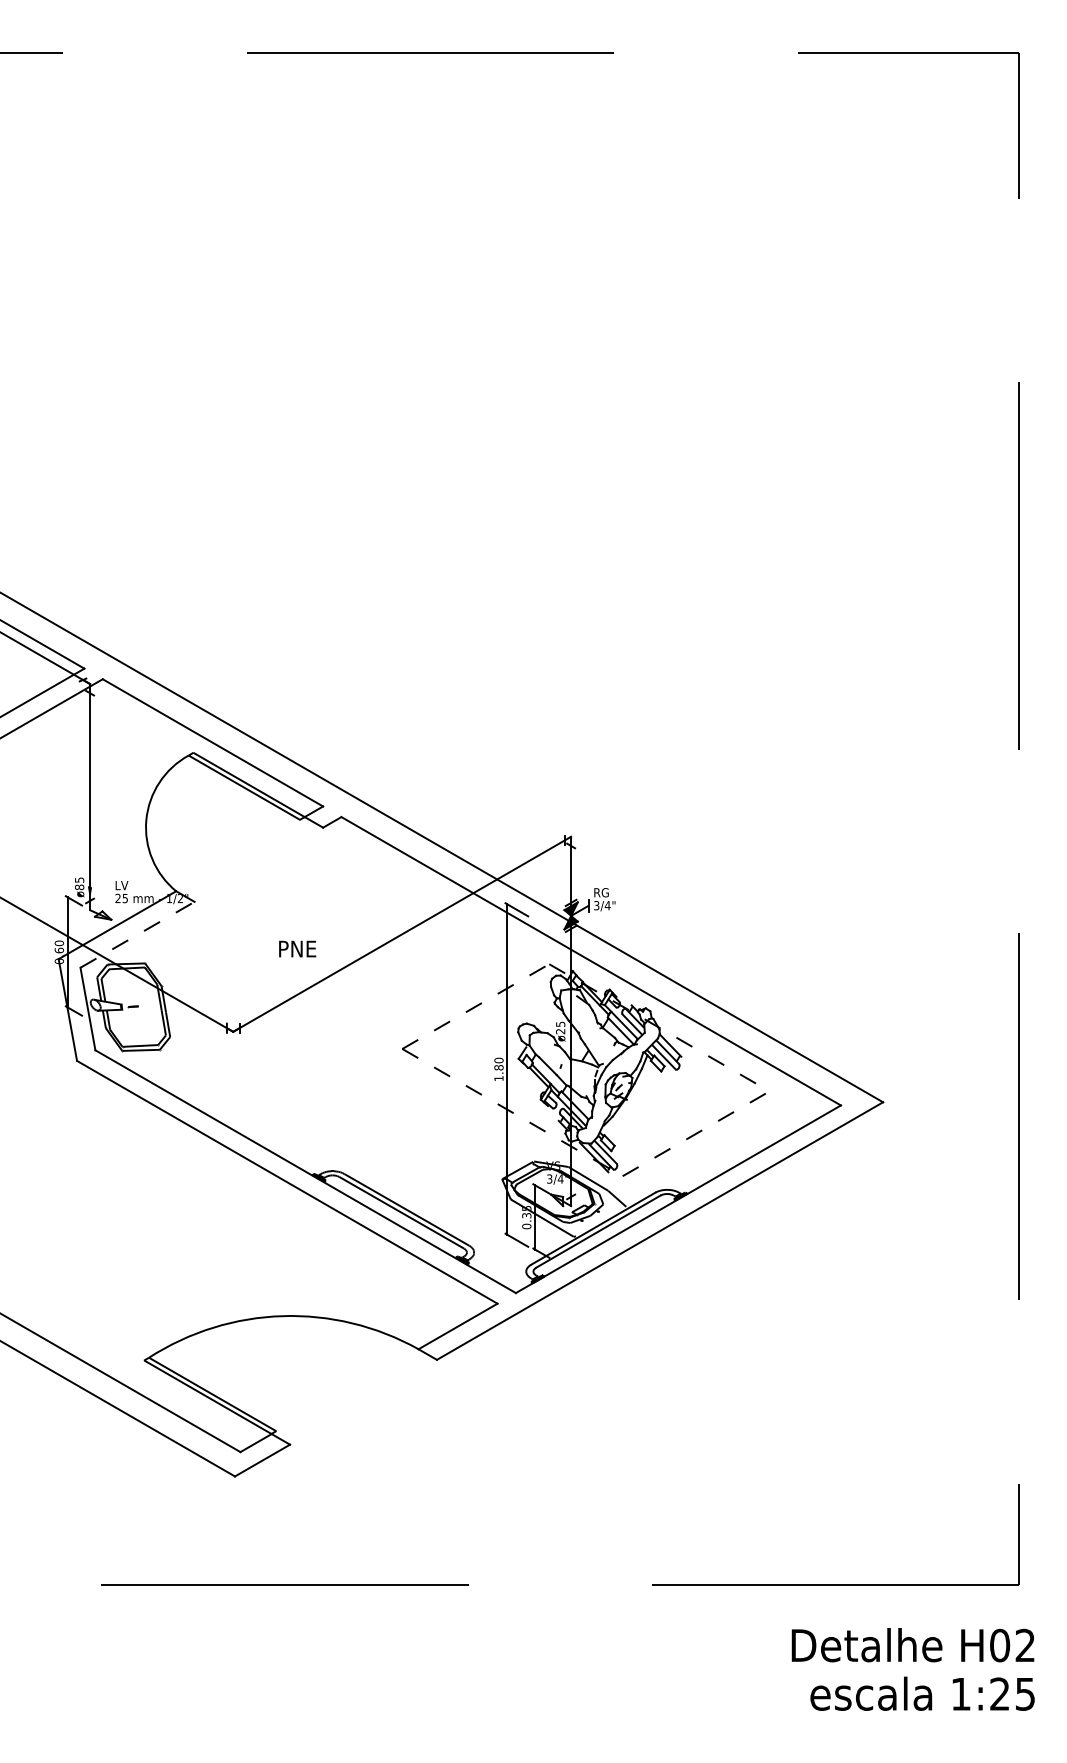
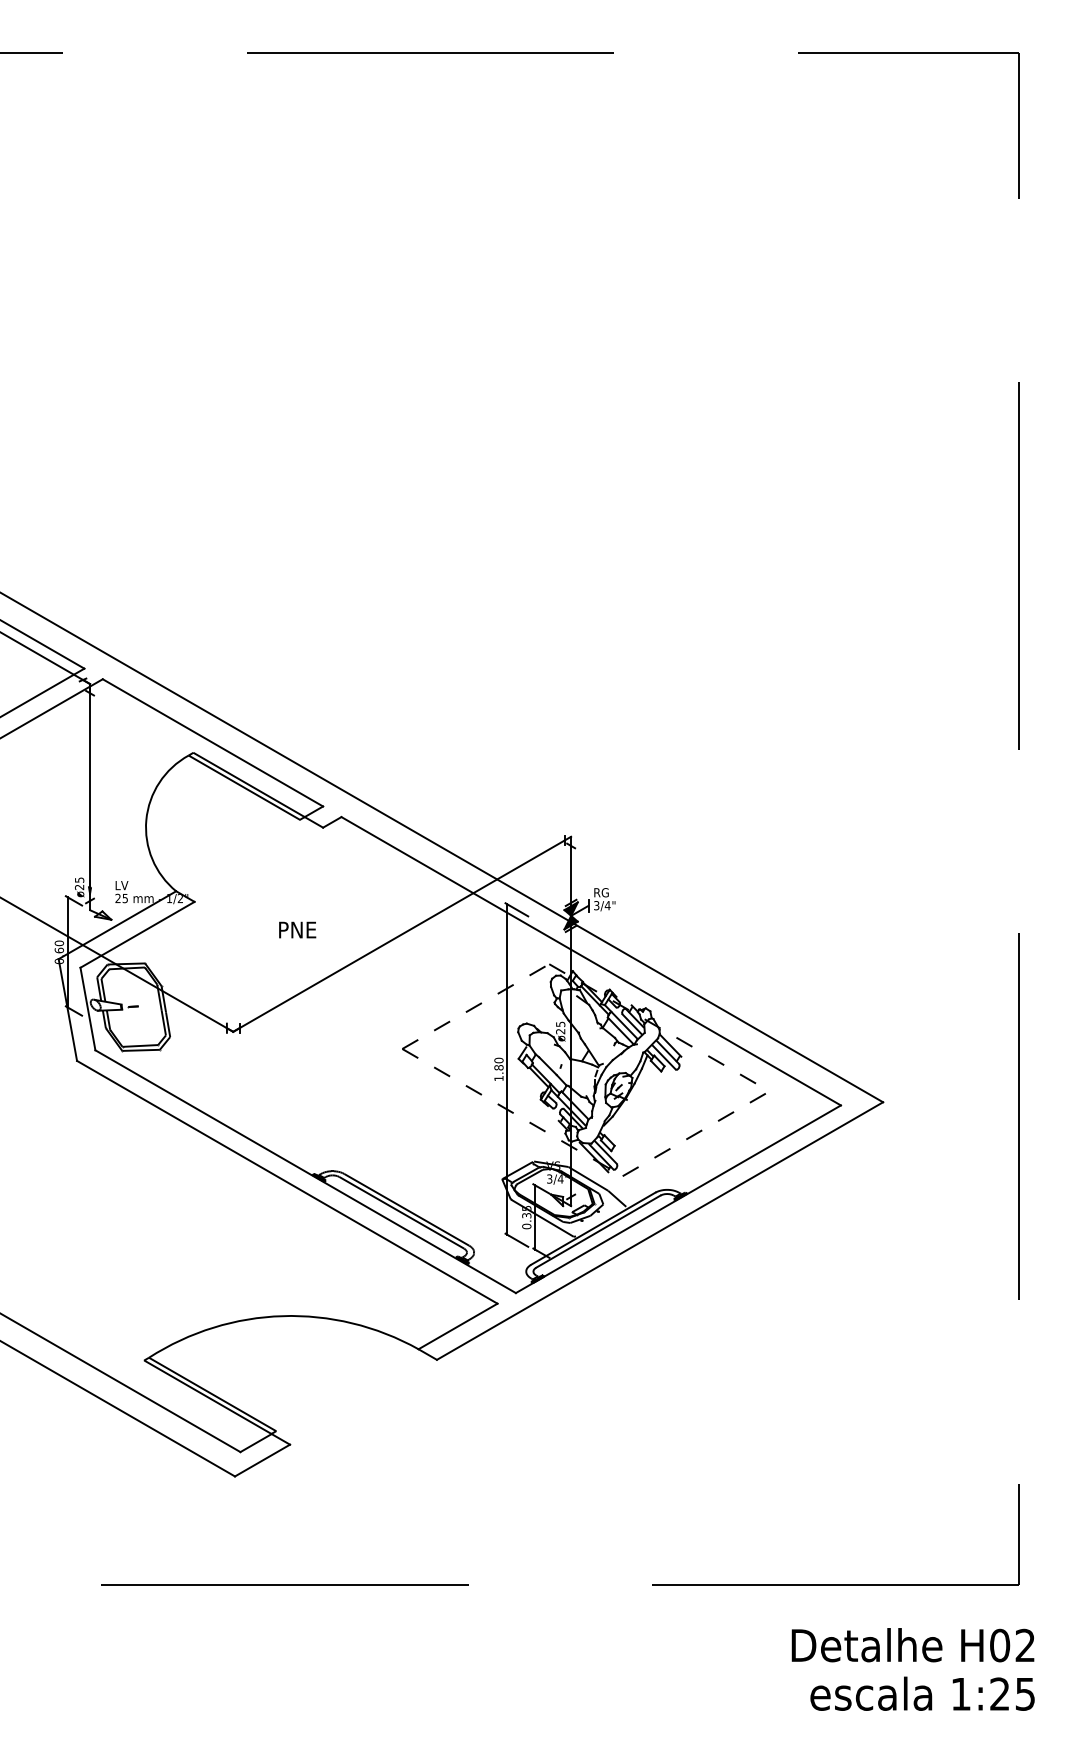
text at (79, 887): ø85 -> ø25
line at (137, 934): dashed -> solid
text at (297, 948) position: (297, 948) -> (297, 929)
